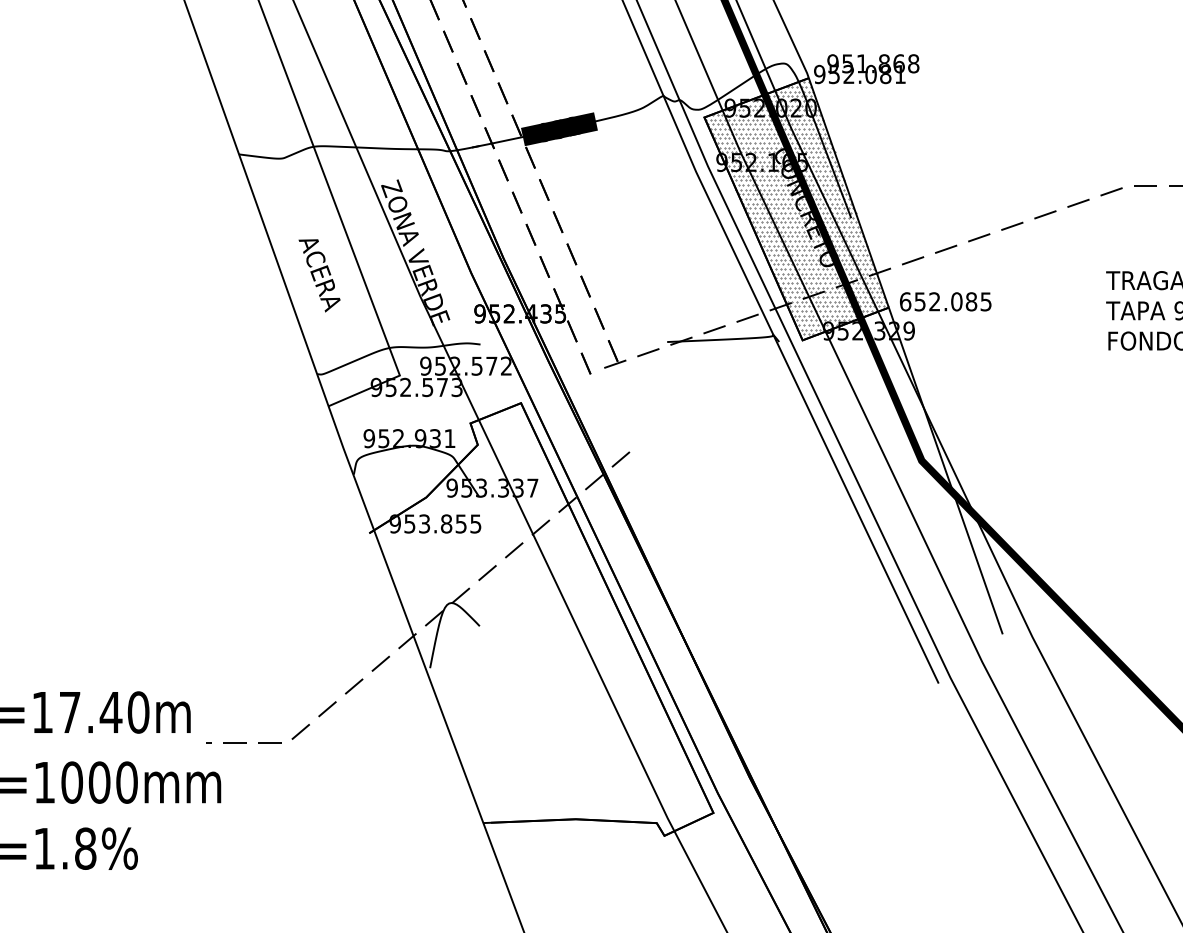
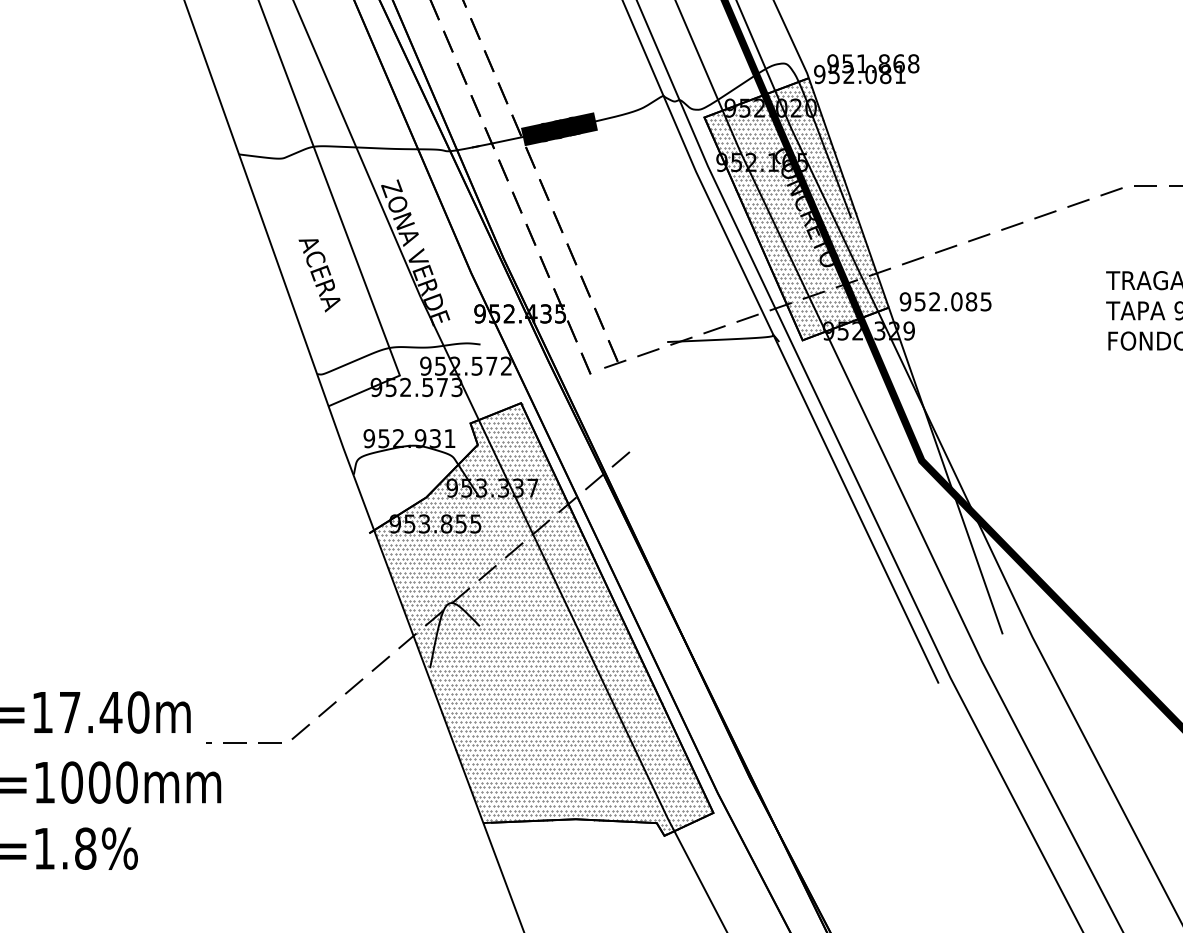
text at (905, 301): 652.085 -> 952.085
hatch at (542, 619): none -> present
